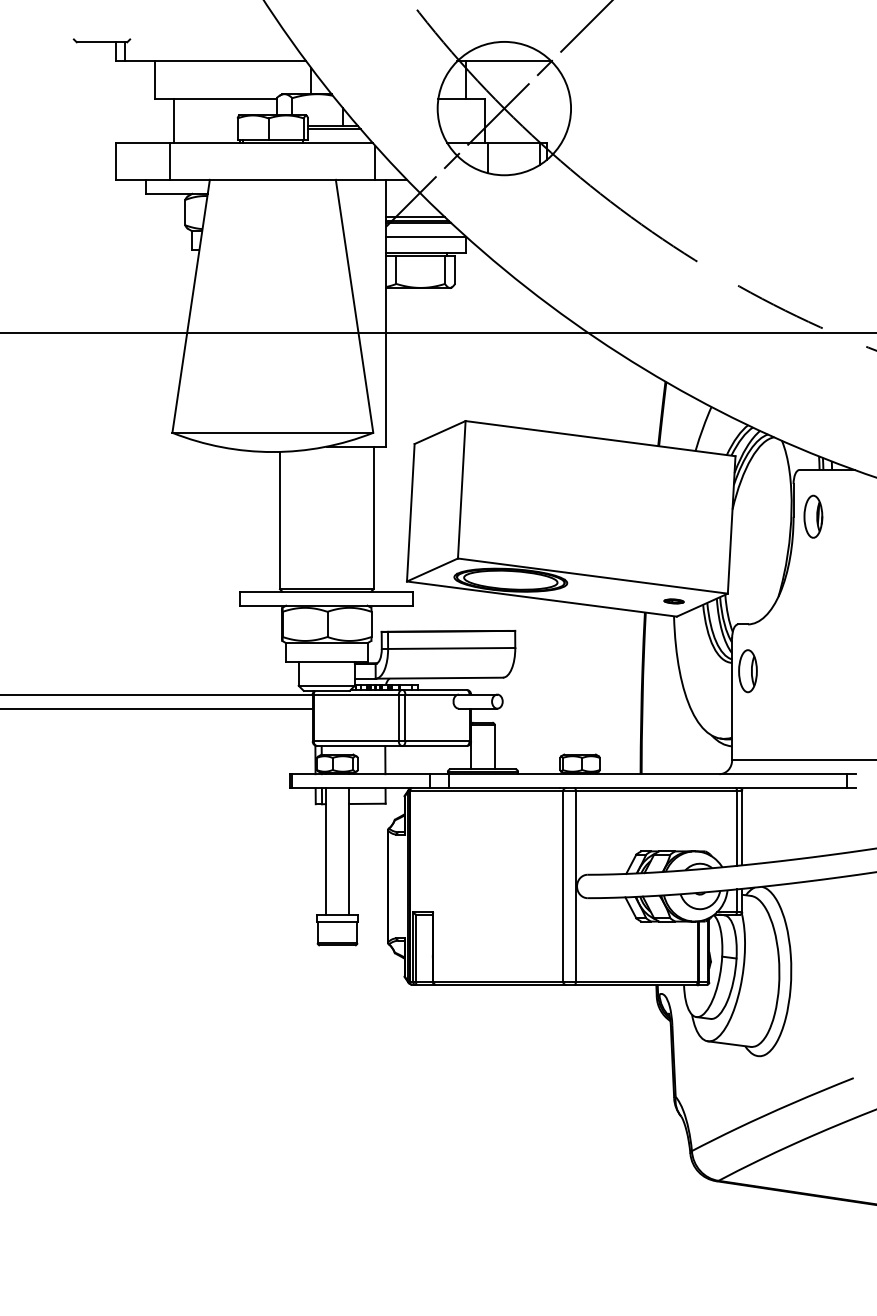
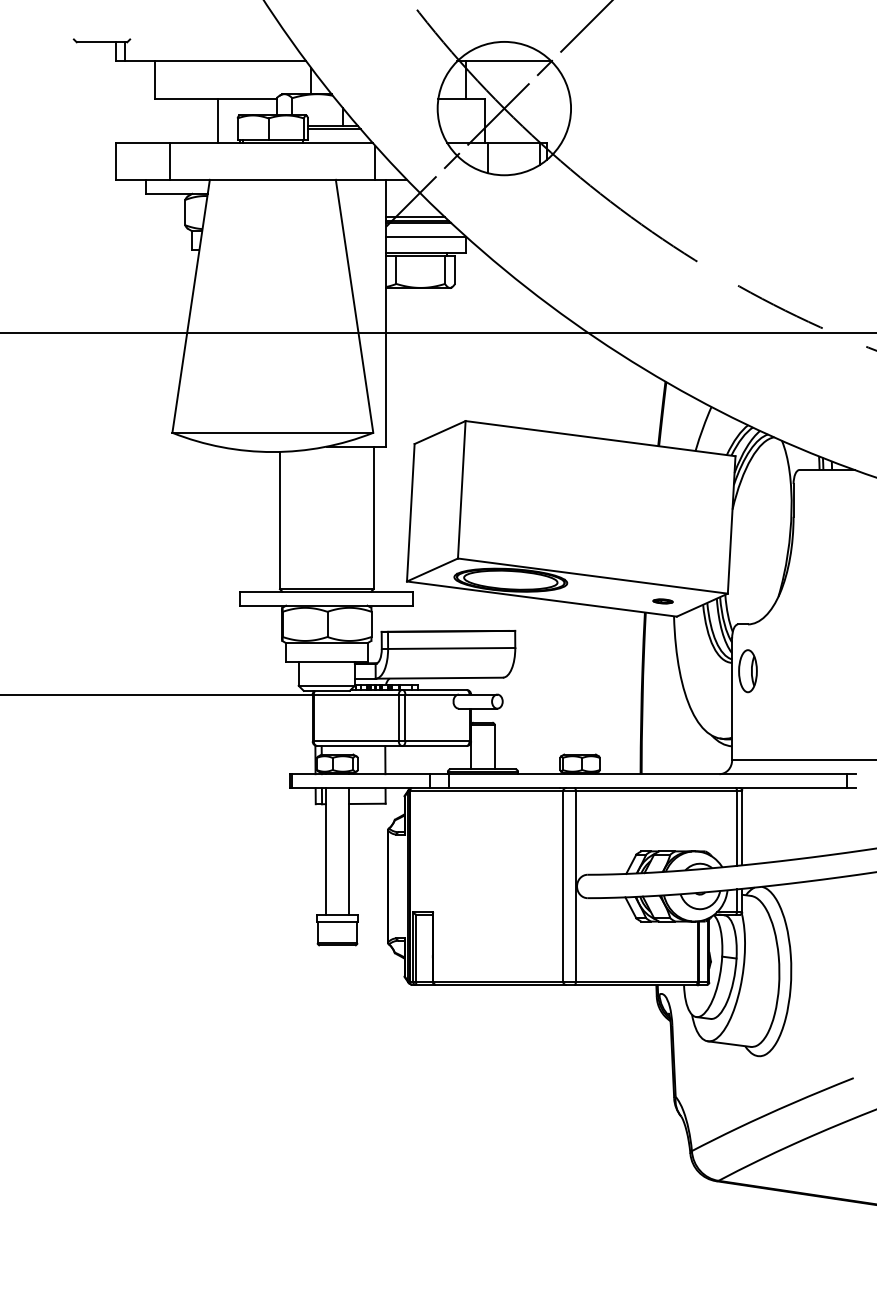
line at (173, 120) position: (173, 120) -> (217, 120)
part at (813, 516): present -> none
part at (673, 601) position: (673, 601) -> (662, 601)
line at (157, 708): present -> none
